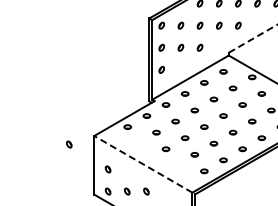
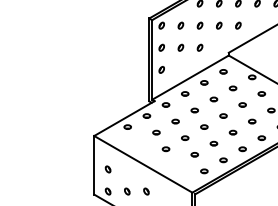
line at (252, 38): dashed -> solid
part at (69, 144): present -> none
line at (143, 164): dashed -> solid
